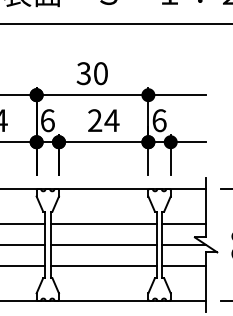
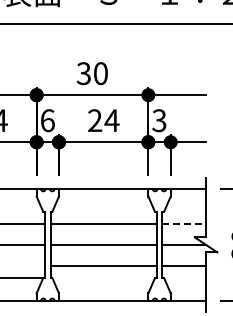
text at (159, 120): 6 -> 3
line at (184, 223): solid -> dashed
line at (23, 265) position: (23, 265) -> (23, 277)
